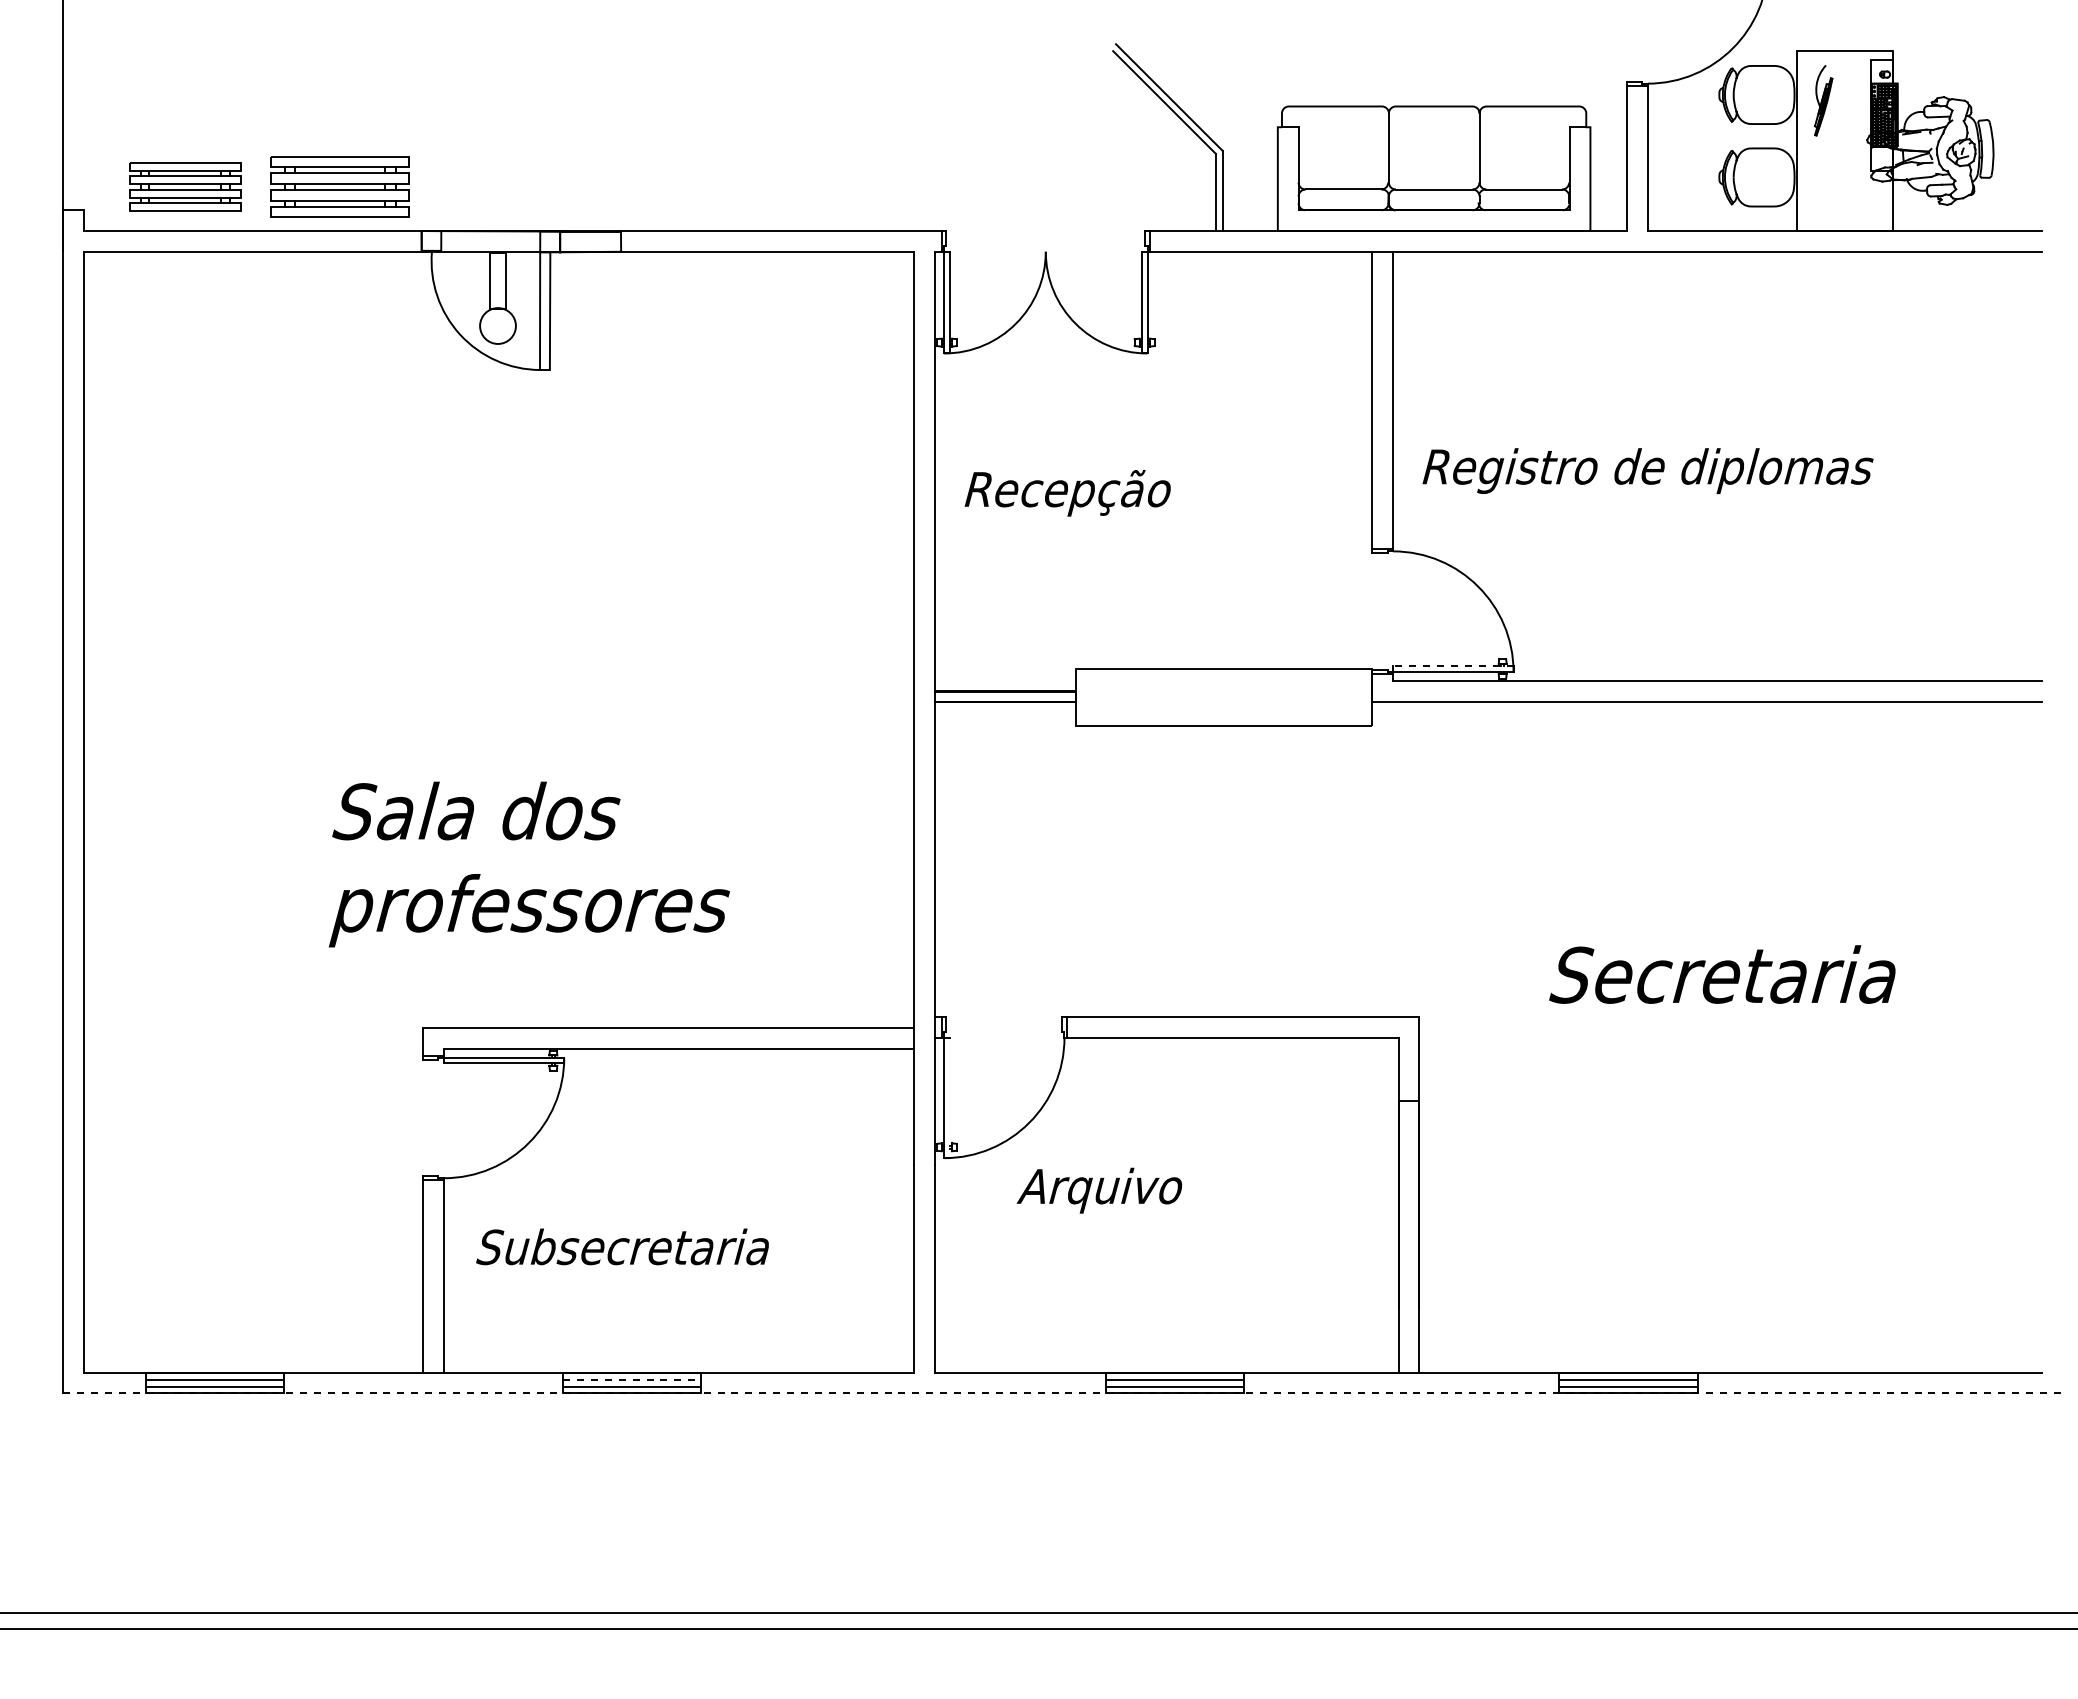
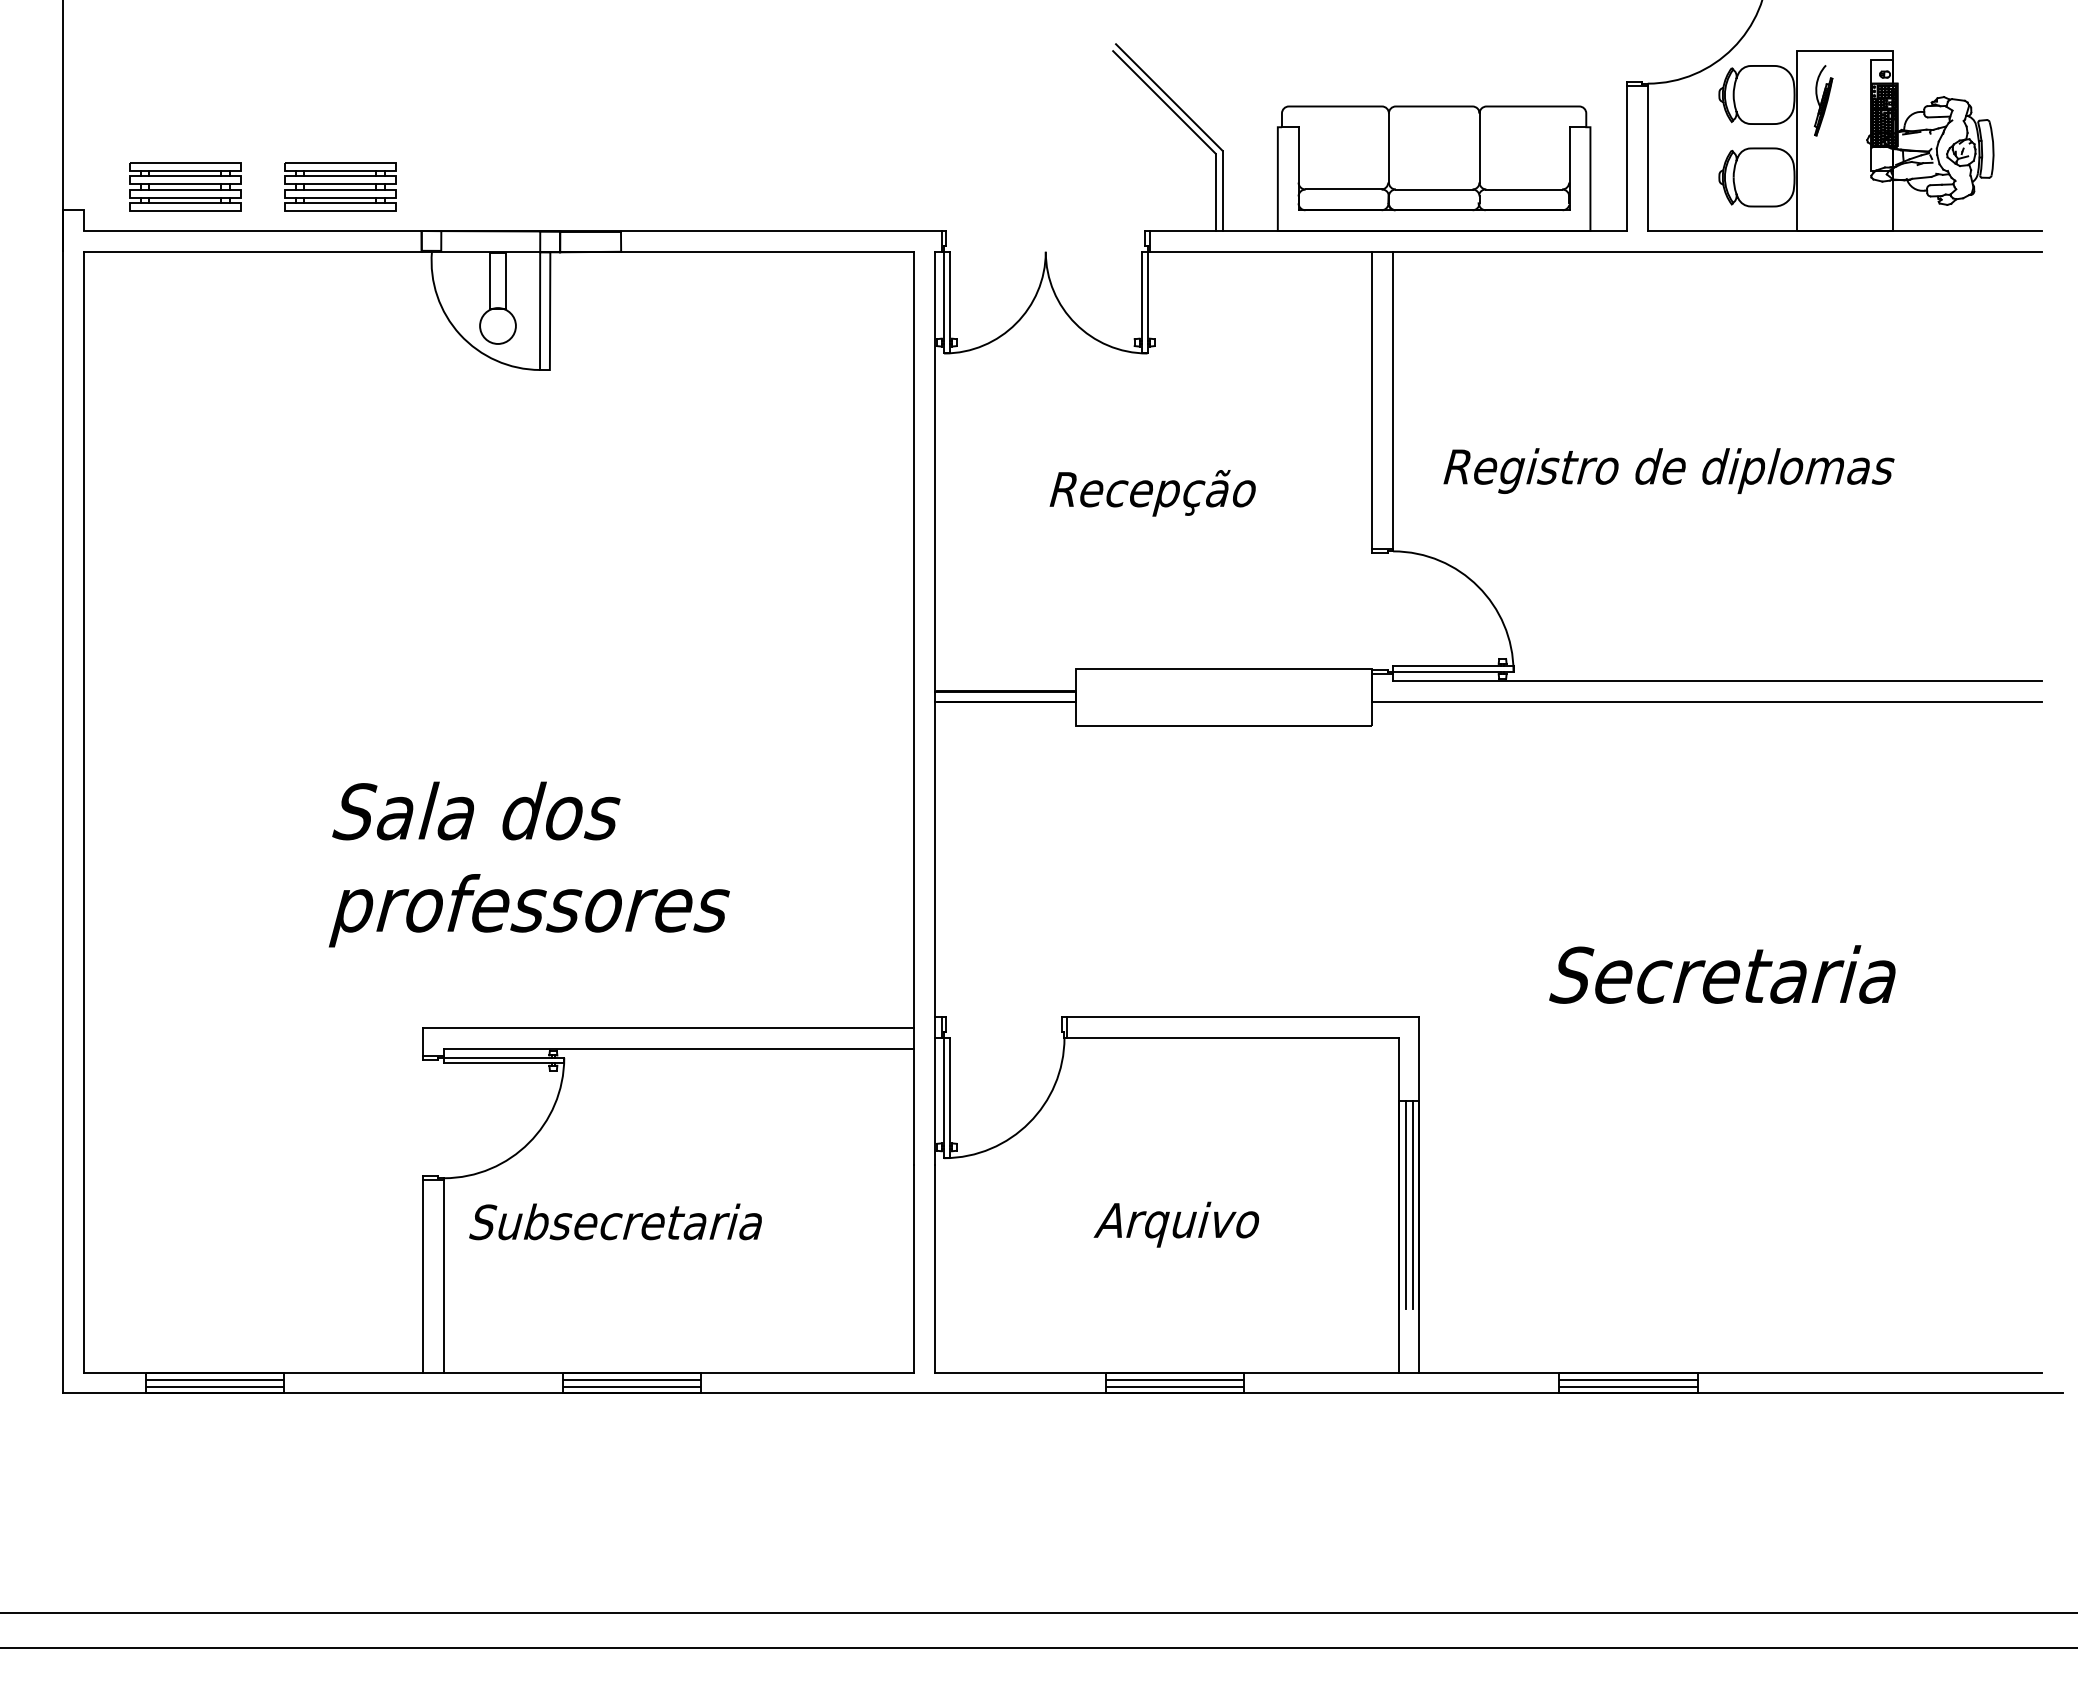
part at (339, 186) size: 140x62 px -> 113x50 px
text at (1647, 470) position: (1647, 470) -> (1668, 470)
text at (1067, 493) position: (1067, 493) -> (1152, 493)
line at (1452, 666): dashed -> solid
line at (949, 1097): none -> present
text at (1099, 1190) position: (1099, 1190) -> (1176, 1224)
line at (1405, 1205): none -> present
line at (1412, 1205): none -> present
text at (622, 1246) position: (622, 1246) -> (615, 1221)
line at (632, 1379): dashed -> solid
line at (1063, 1393): dashed -> solid
line at (1038, 1628) position: (1038, 1628) -> (1038, 1647)
